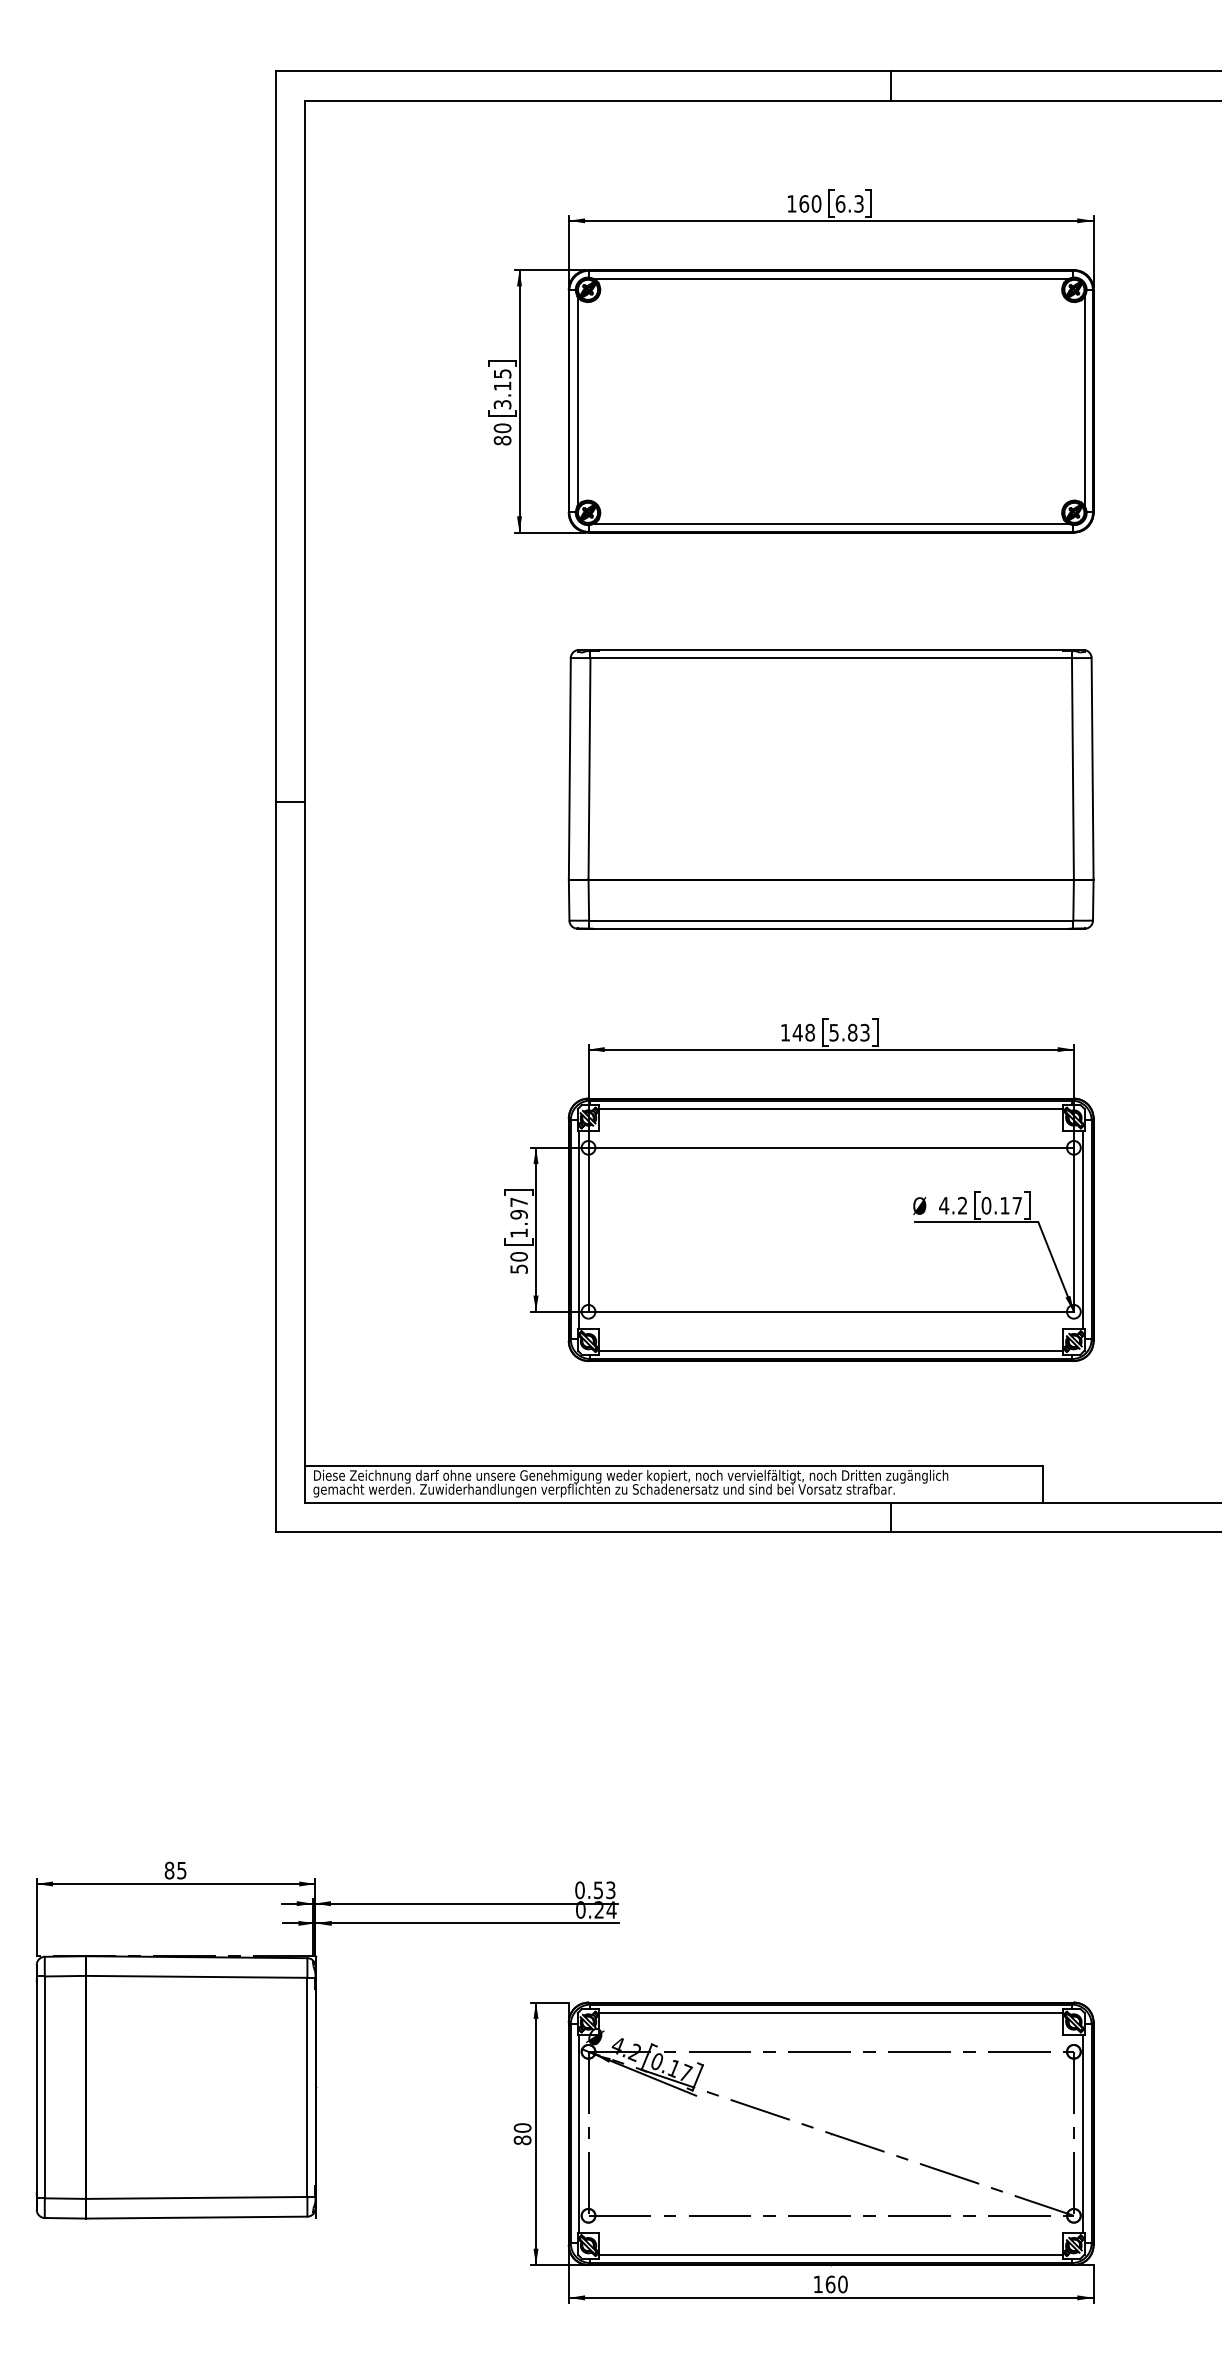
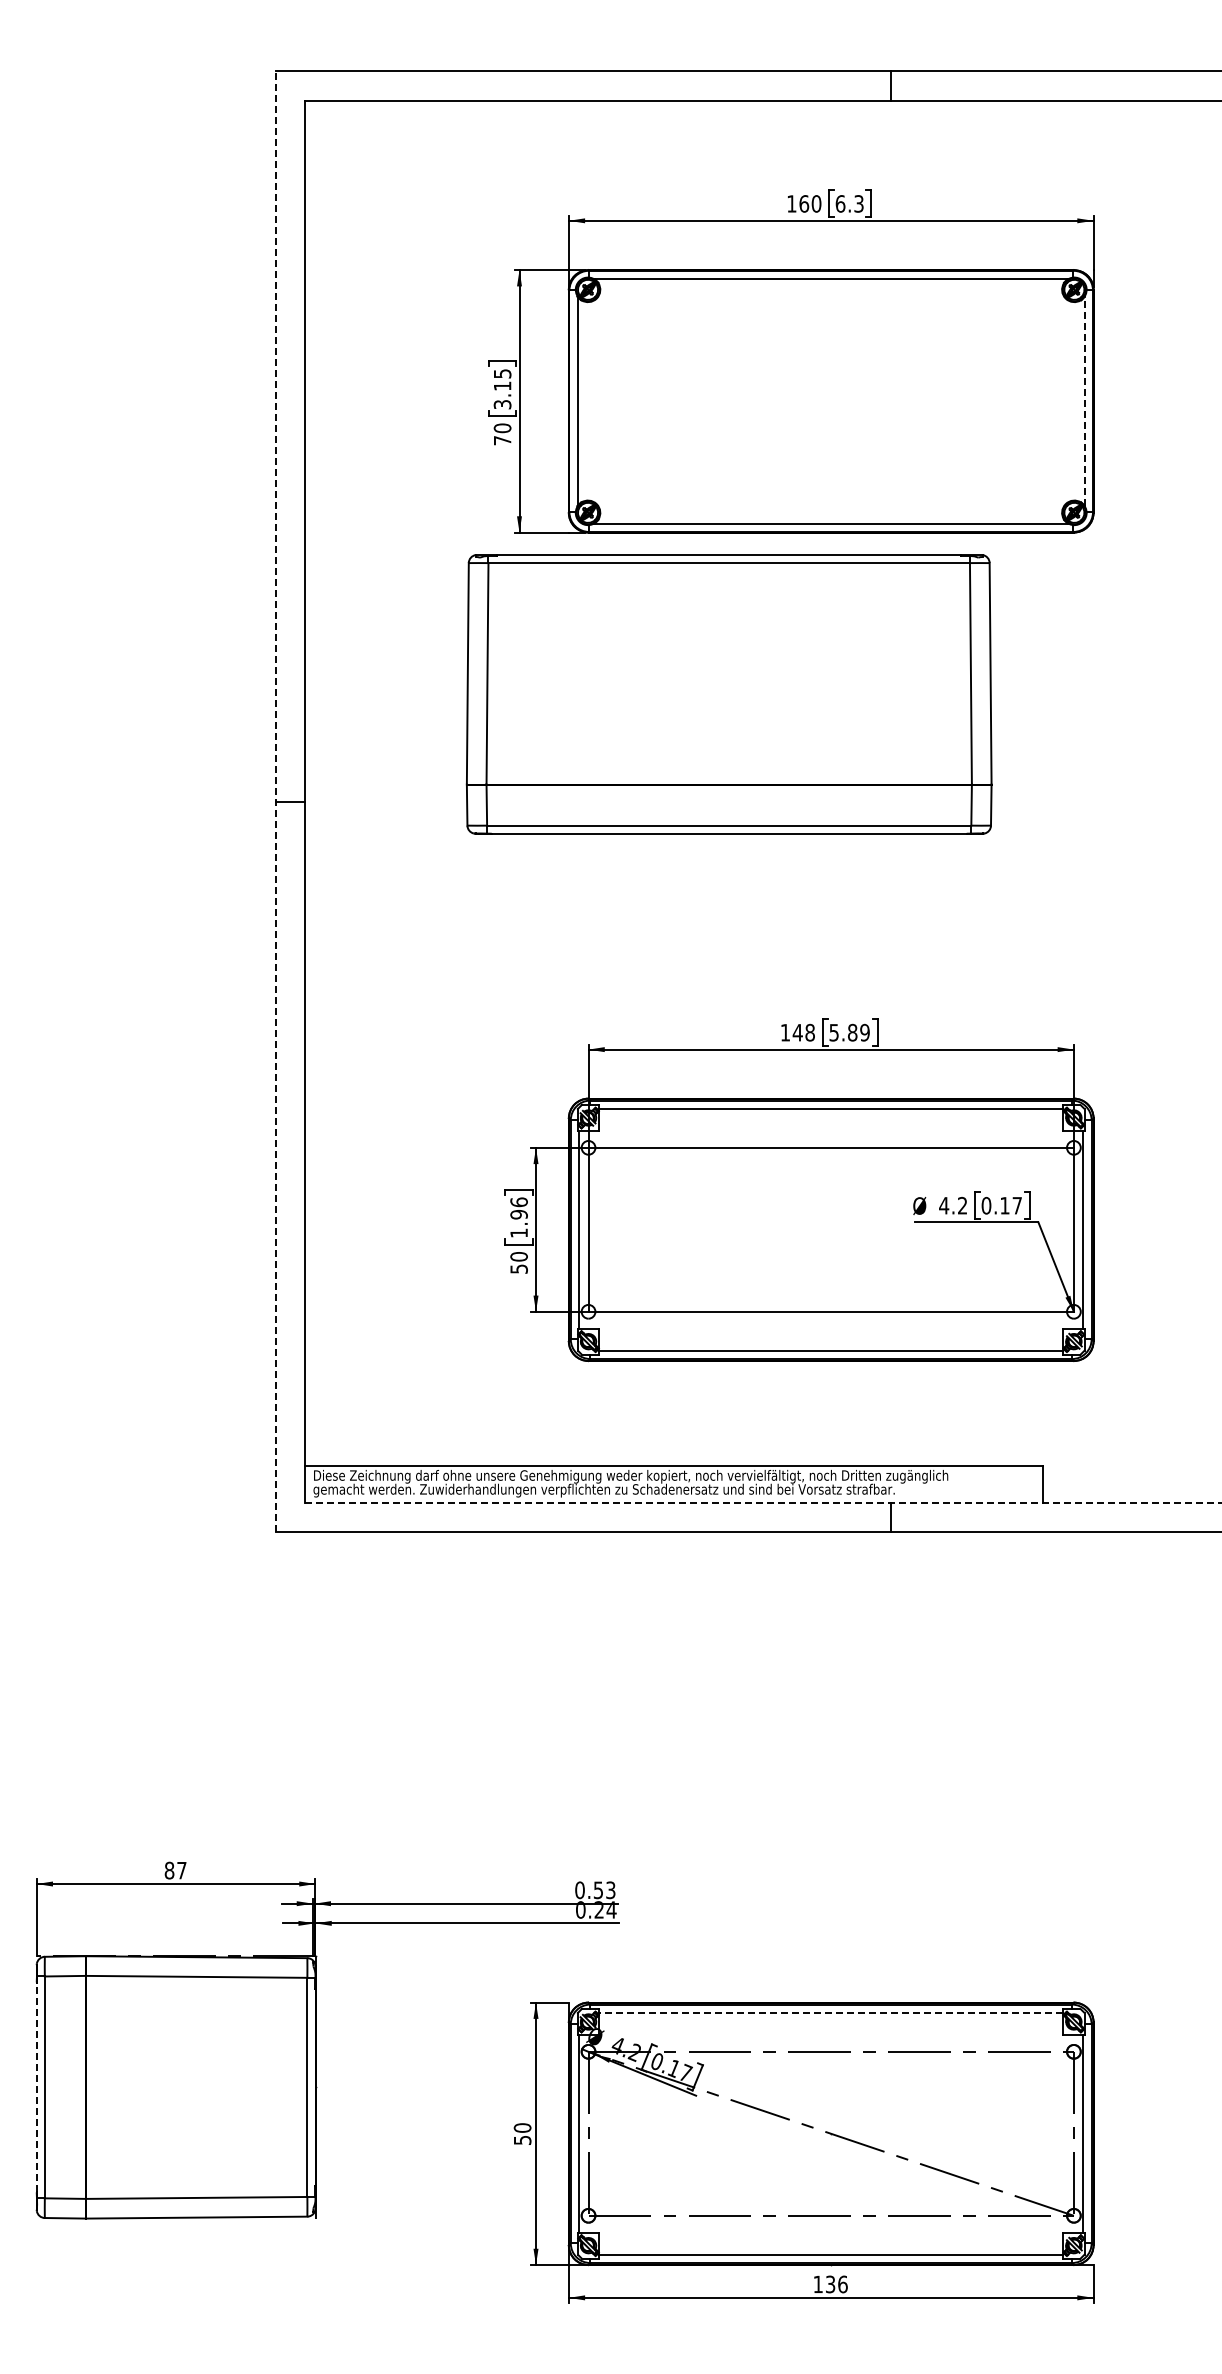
line at (1084, 401): solid -> dashed
text at (502, 440): 80 -> 70
part at (830, 789) position: (830, 789) -> (728, 694)
line at (275, 801): solid -> dashed
text at (864, 1032): 5.83 -> 5.89
text at (518, 1202): 1.97 -> 1.96
line at (763, 1502): solid -> dashed
text at (181, 1870): 85 -> 87
line at (830, 2012): solid -> dashed
line at (36, 2087): solid -> dashed
text at (522, 2140): 80 -> 50
text at (836, 2284): 160 -> 136
